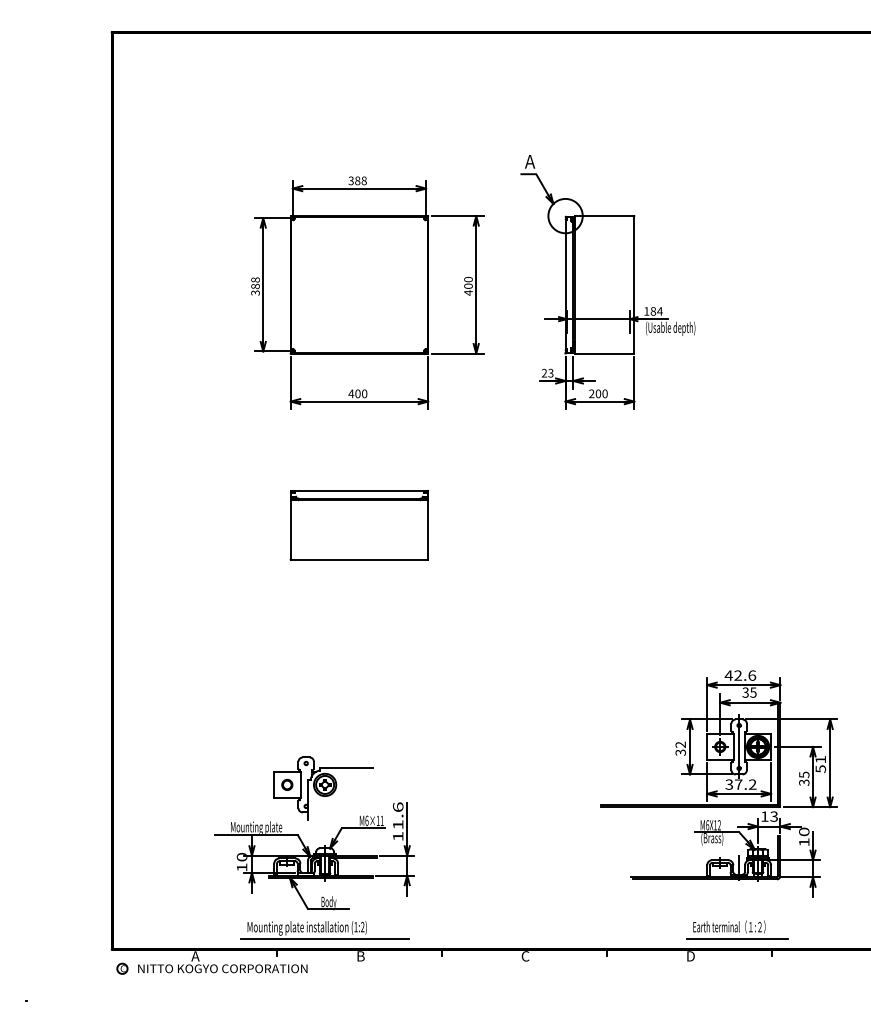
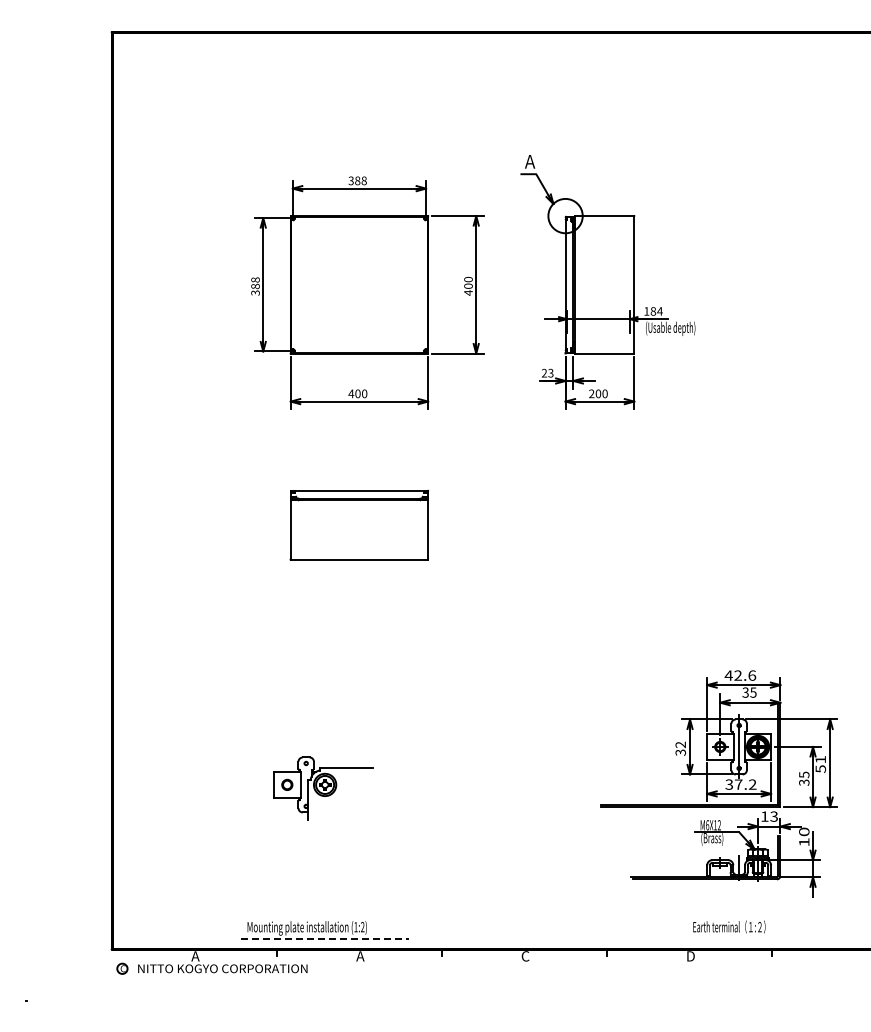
part at (314, 856): present -> none
line at (325, 938): solid -> dashed
line at (736, 938): present -> none
text at (360, 956): B -> A
